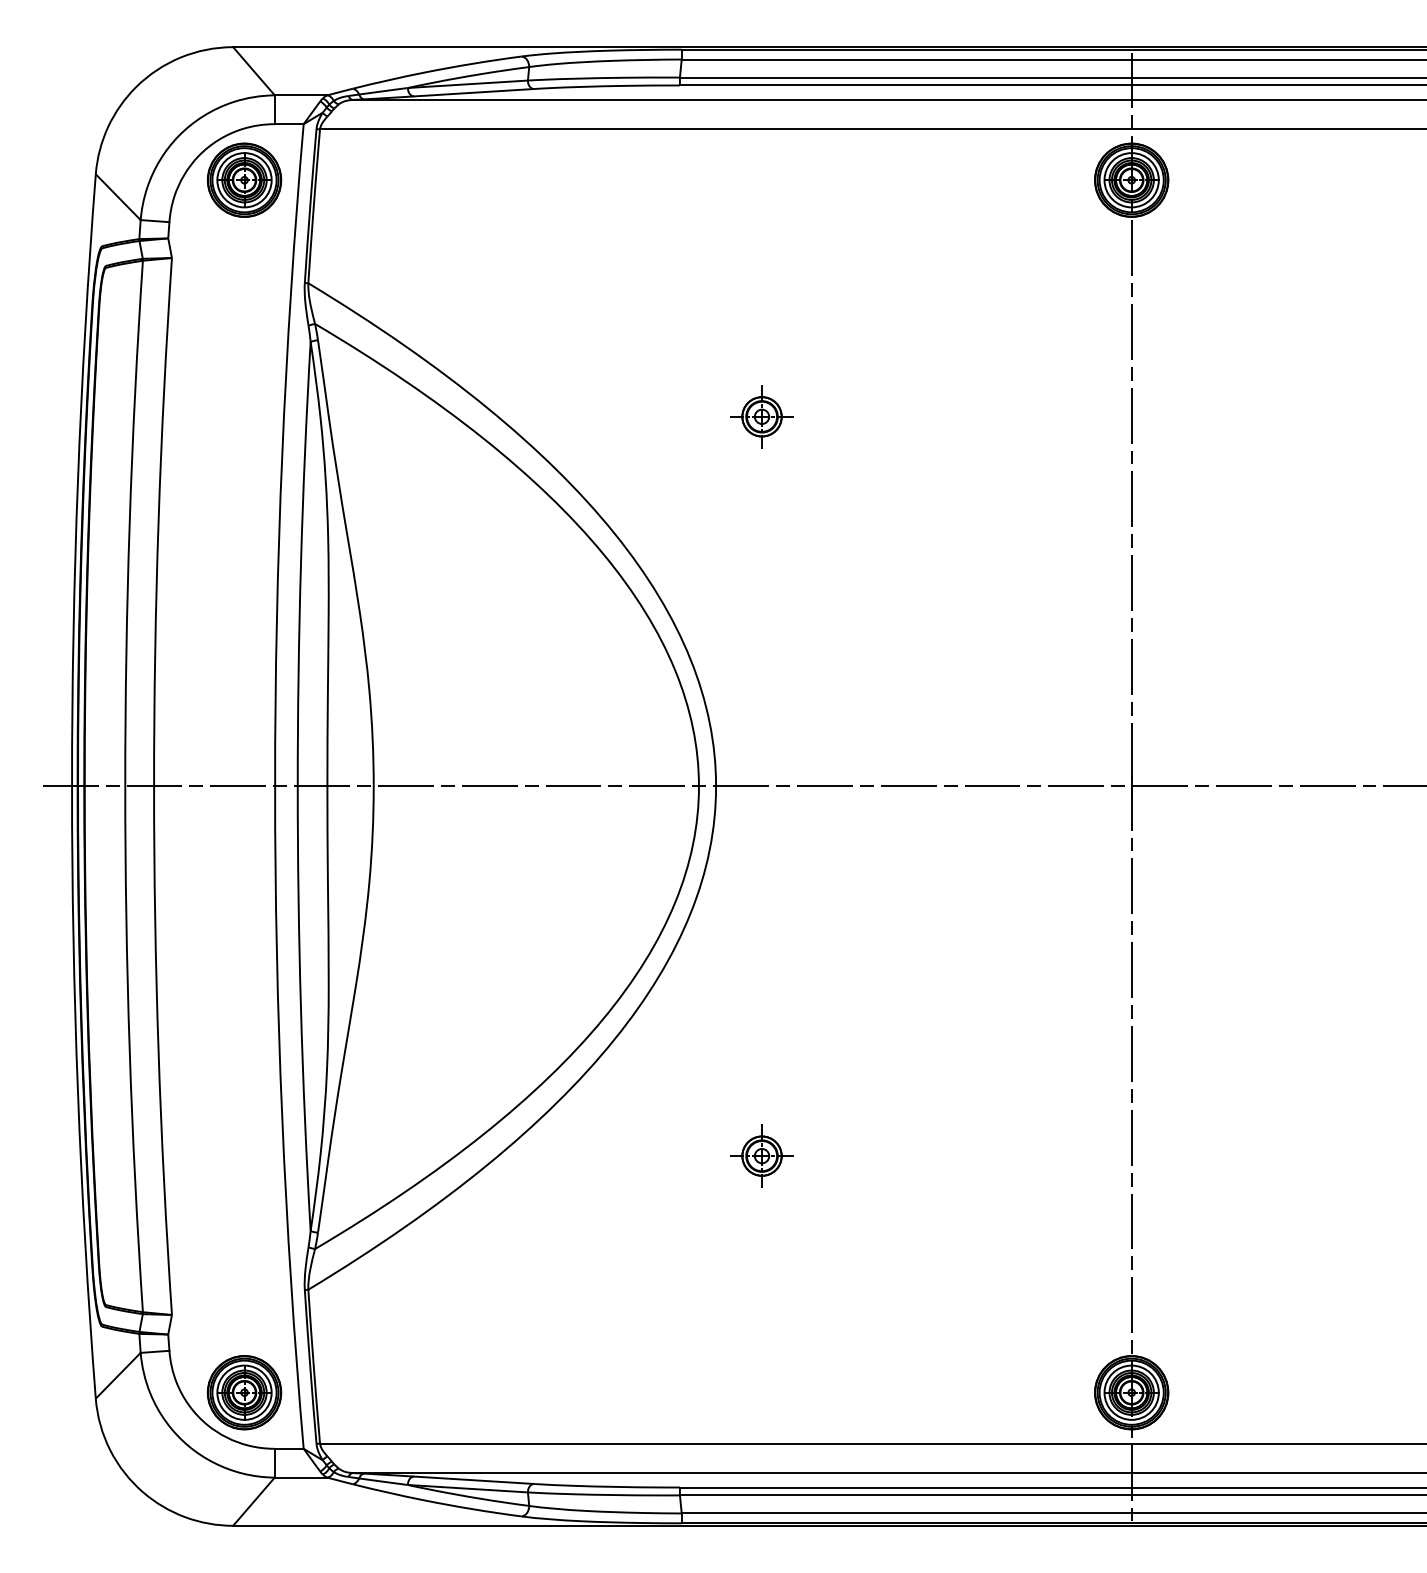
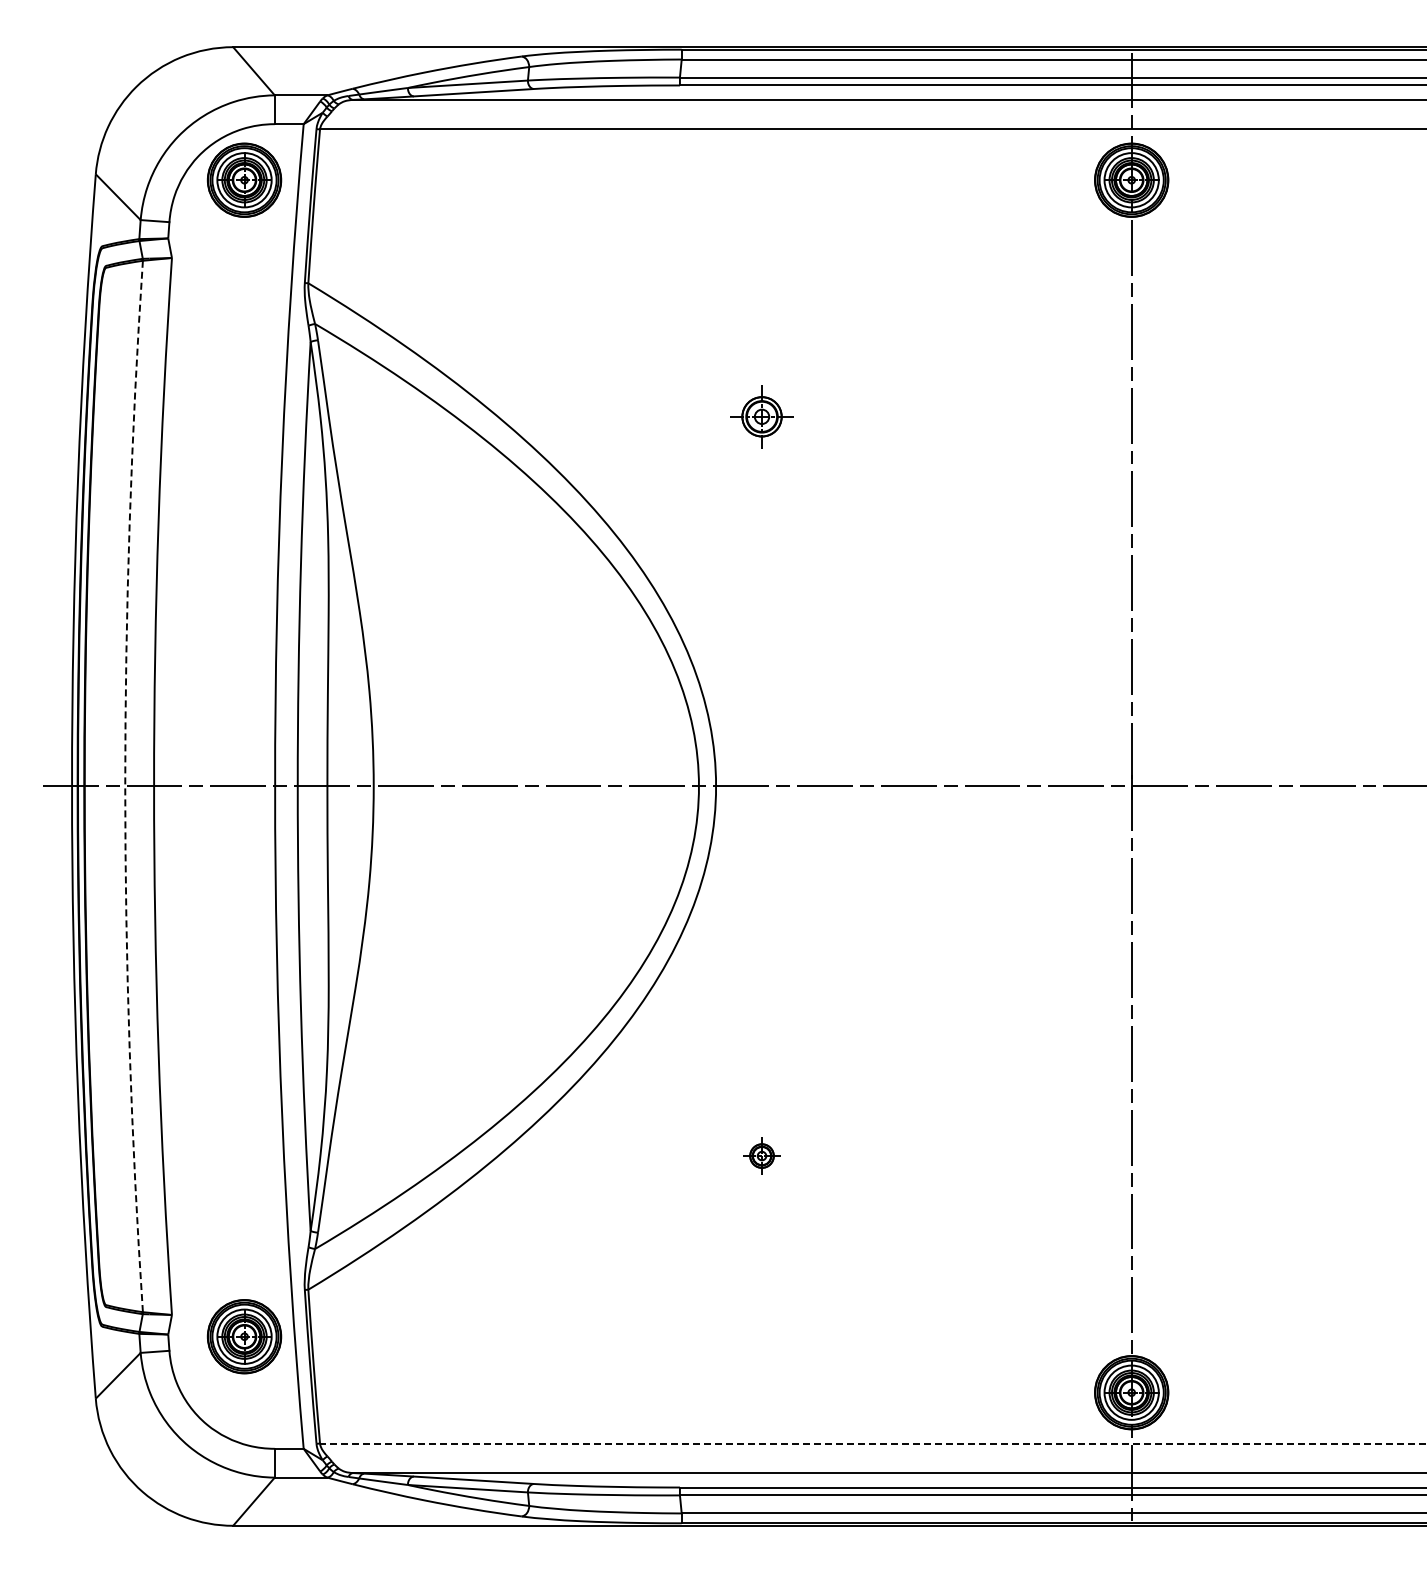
arc at (125, 786): solid -> dashed
part at (761, 1155) size: 64x64 px -> 38x38 px
part at (244, 1392) position: (244, 1392) -> (244, 1336)
line at (872, 1443): solid -> dashed
